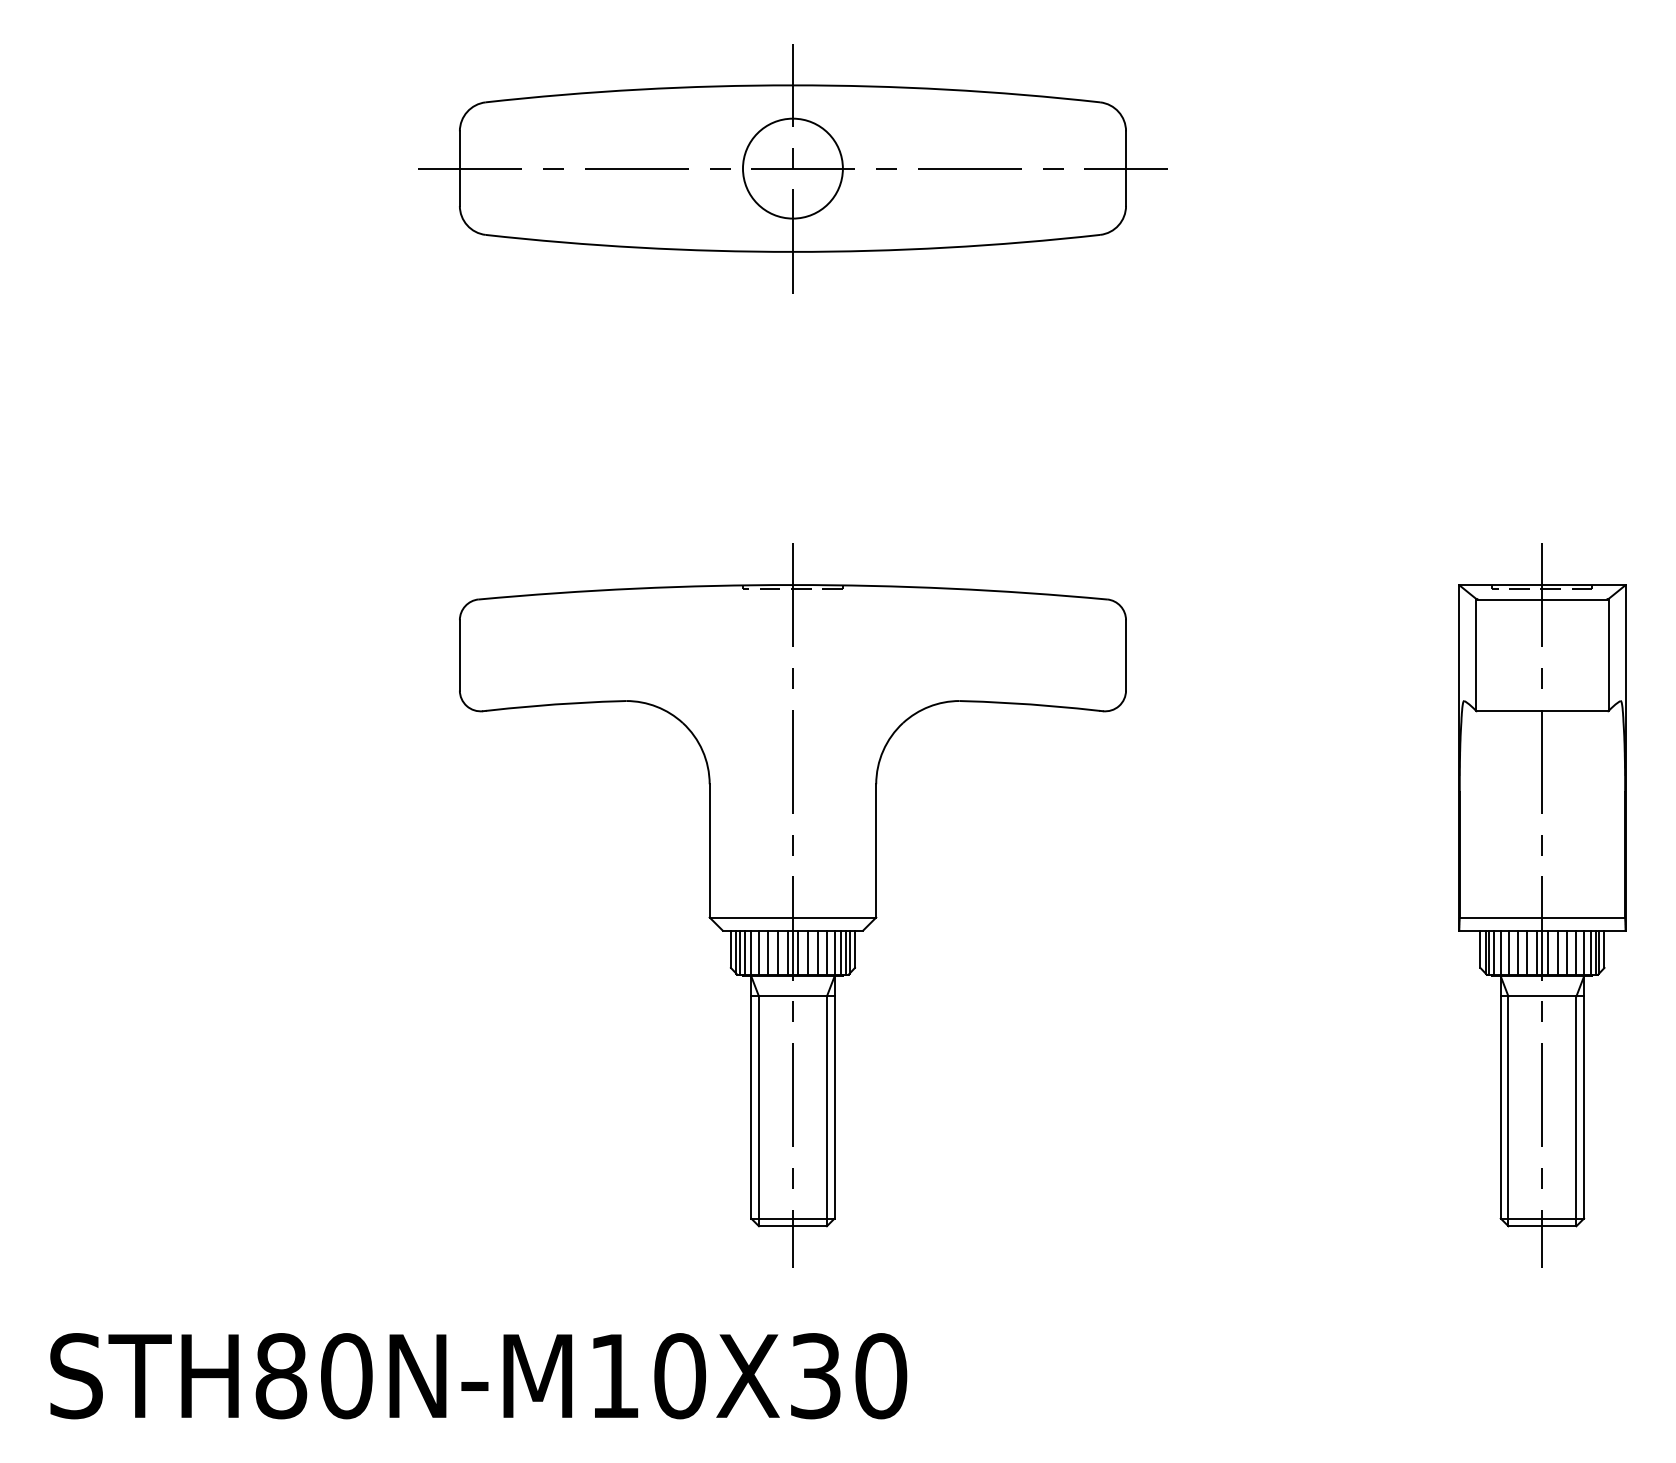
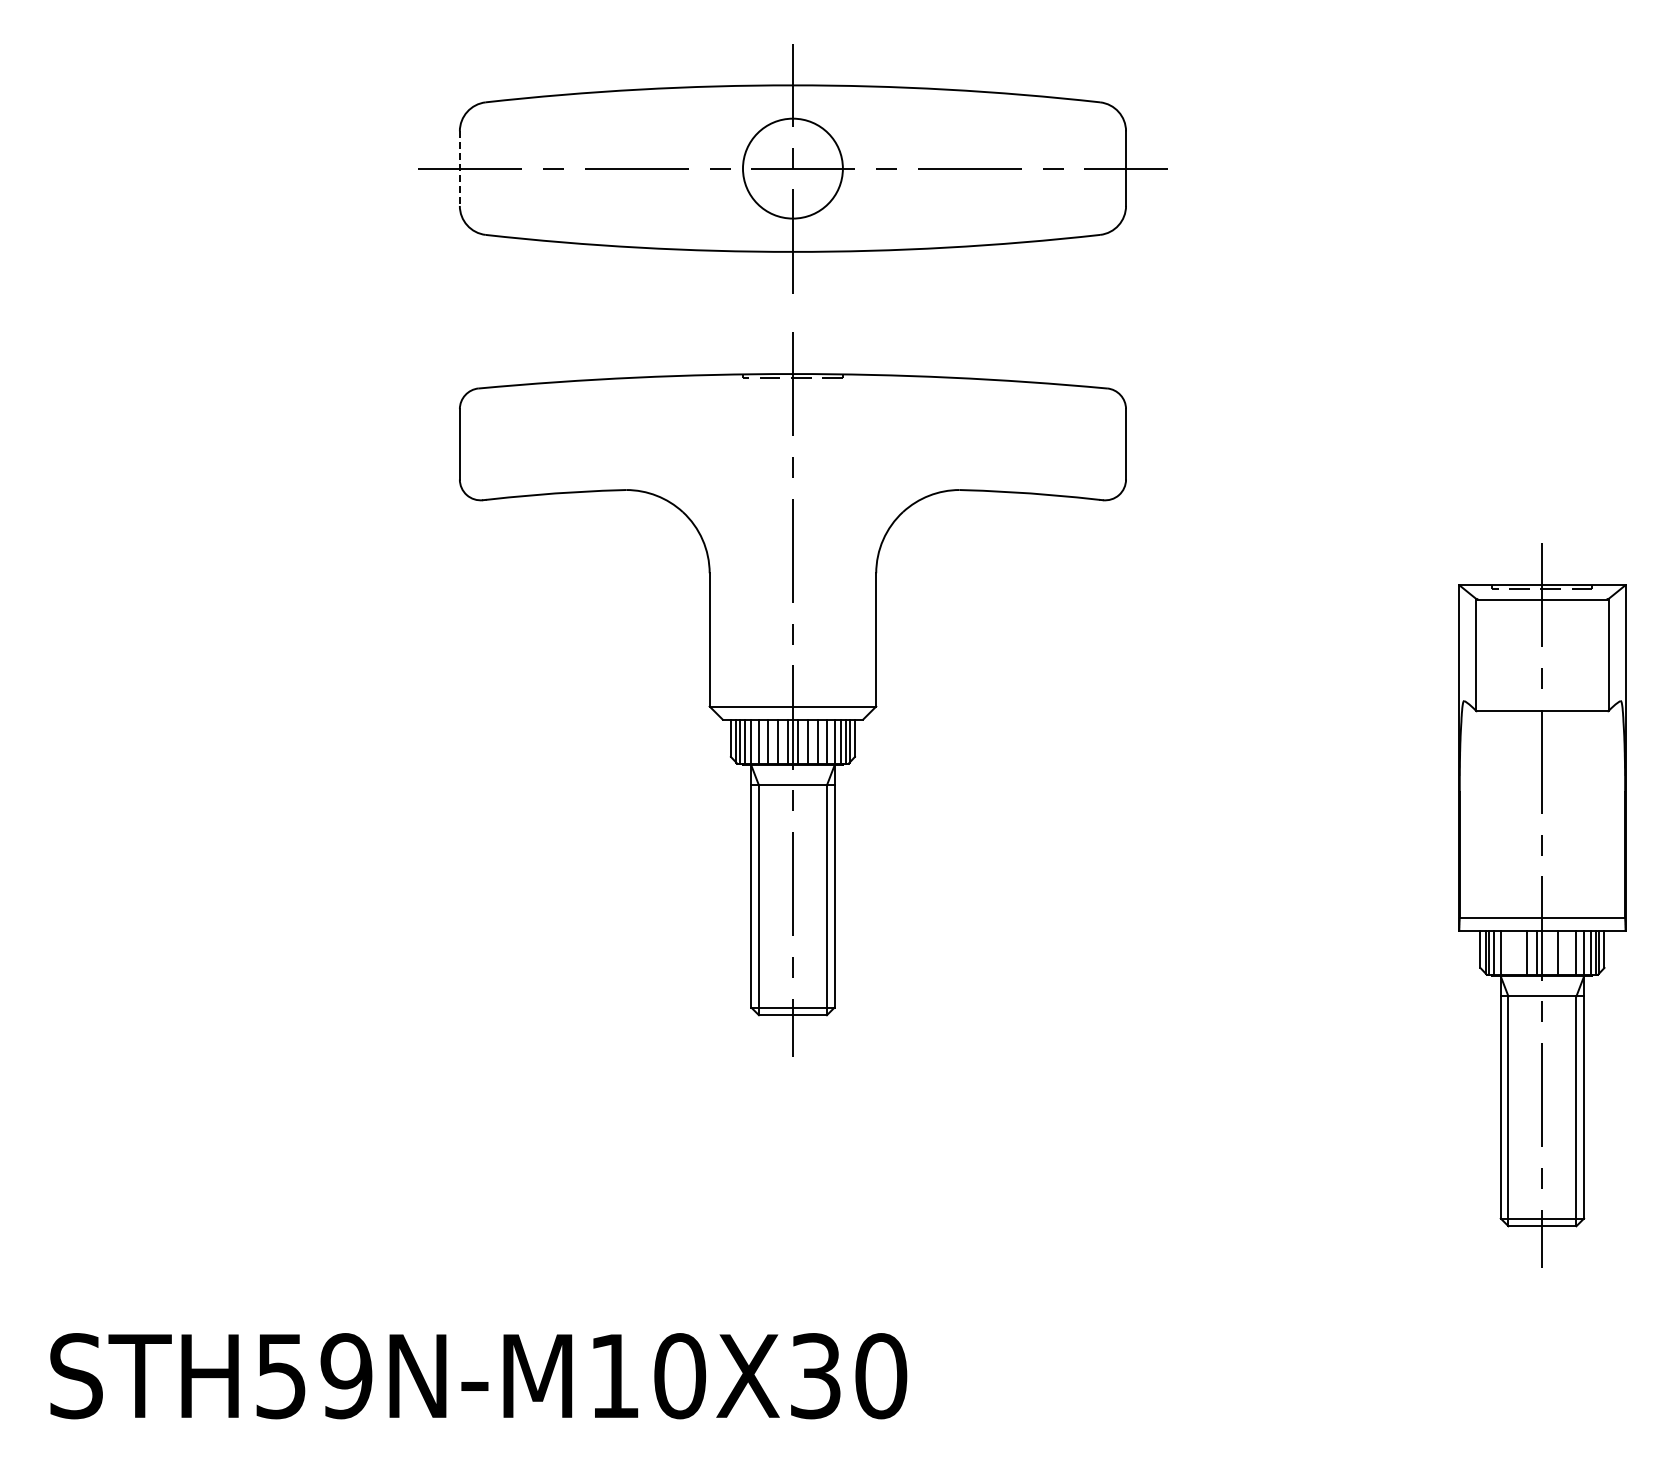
line at (459, 169): solid -> dashed
part at (792, 905) position: (792, 905) -> (792, 694)
line at (1508, 952): present -> none
line at (1517, 952): present -> none
line at (1547, 952): present -> none
line at (1567, 952): present -> none
text at (313, 1376): STH80N-M10X30 -> STH59N-M10X30
